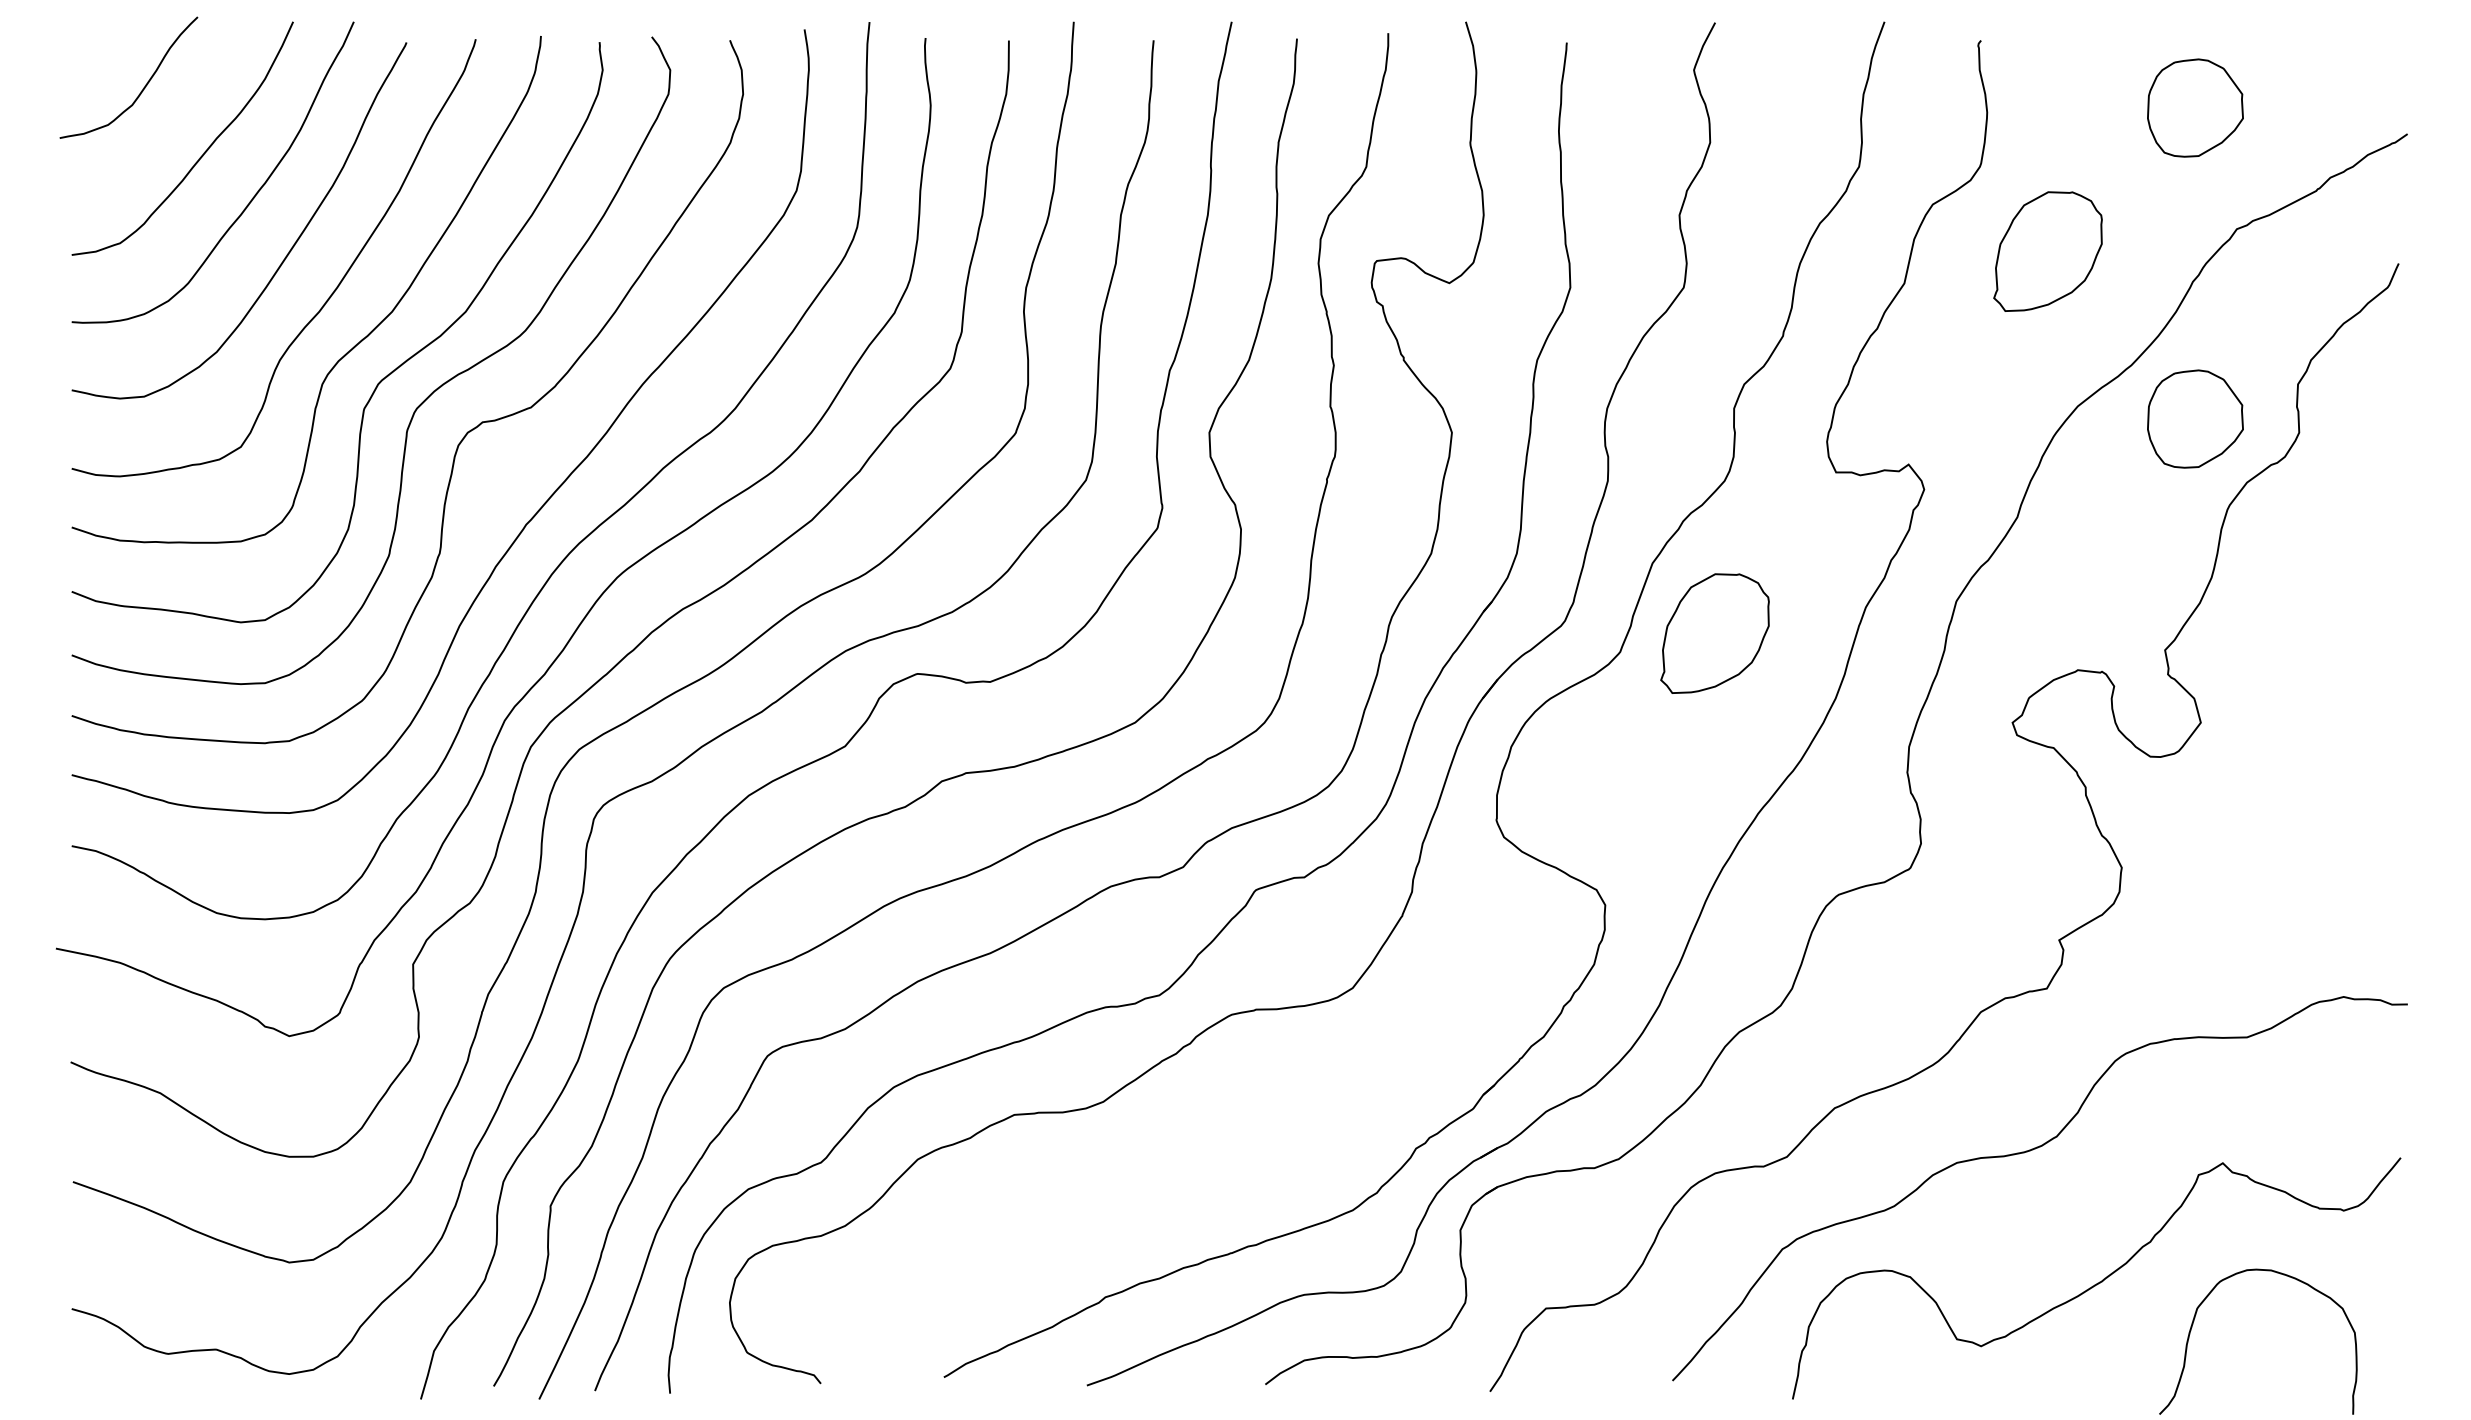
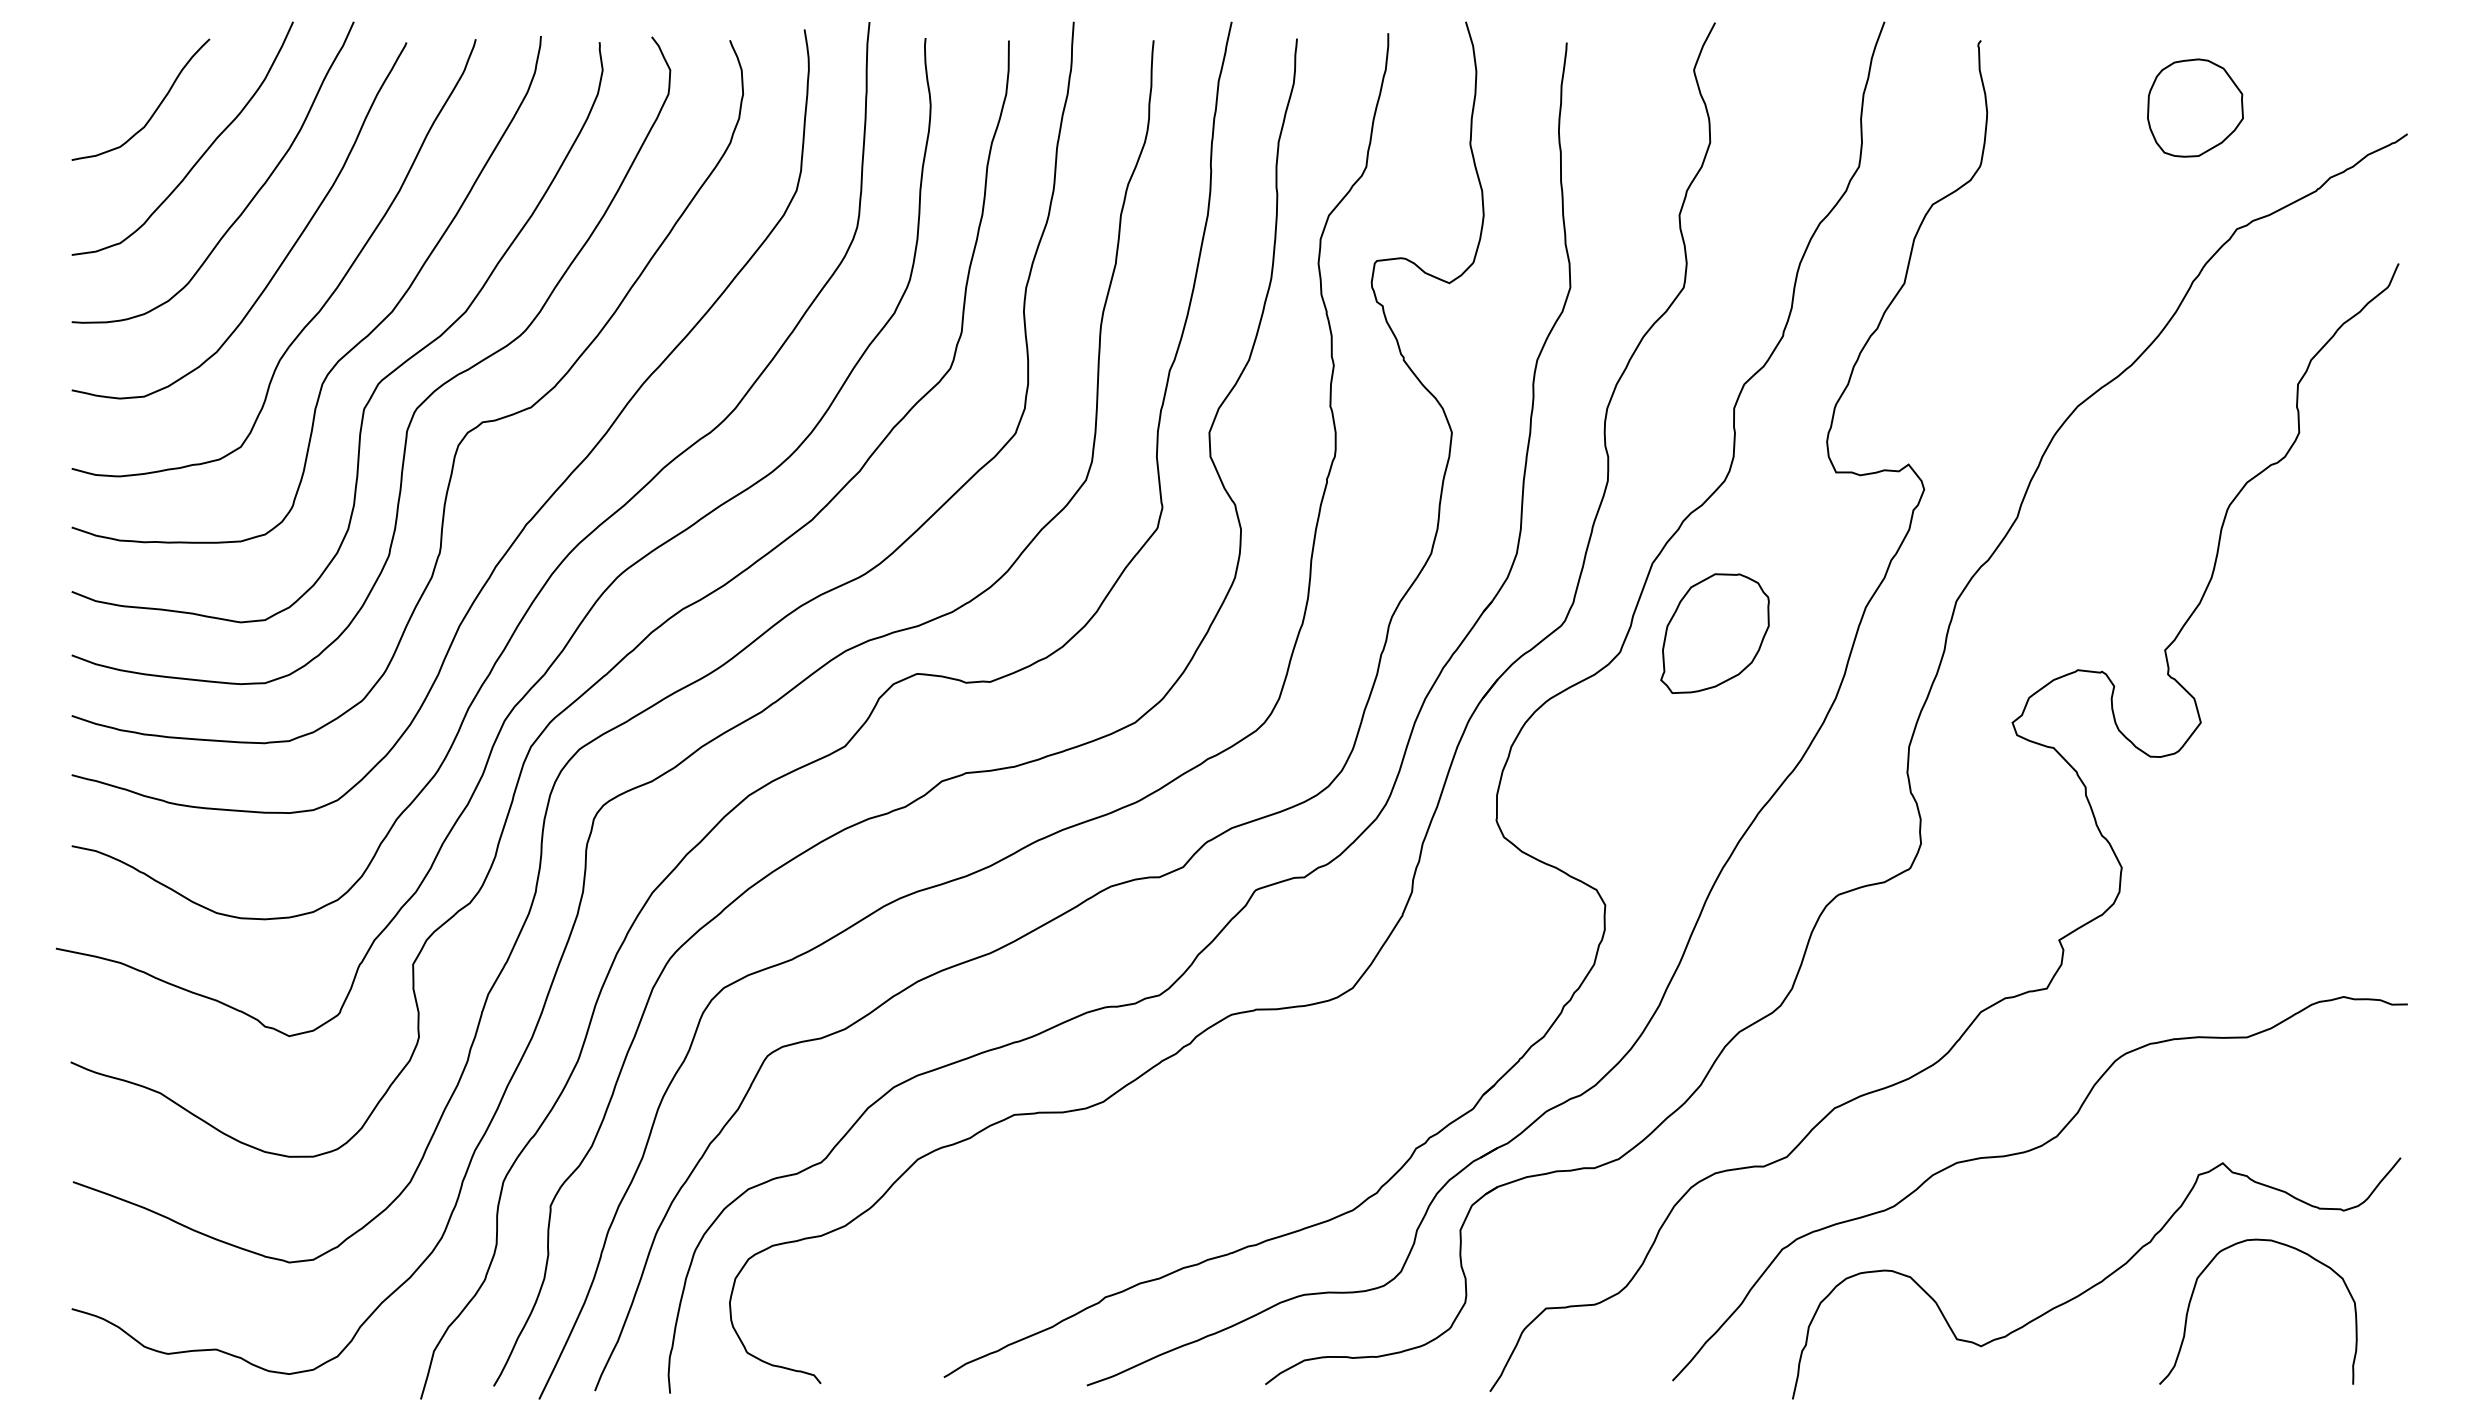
curve at (143, 87) position: (143, 87) -> (155, 109)
part at (2047, 251): present -> none
part at (2195, 418): present -> none
curve at (2194, 1321) position: (2194, 1321) -> (2194, 1291)
